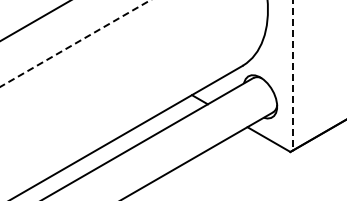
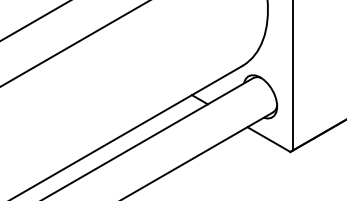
line at (75, 43): dashed -> solid
line at (293, 75): dashed -> solid
